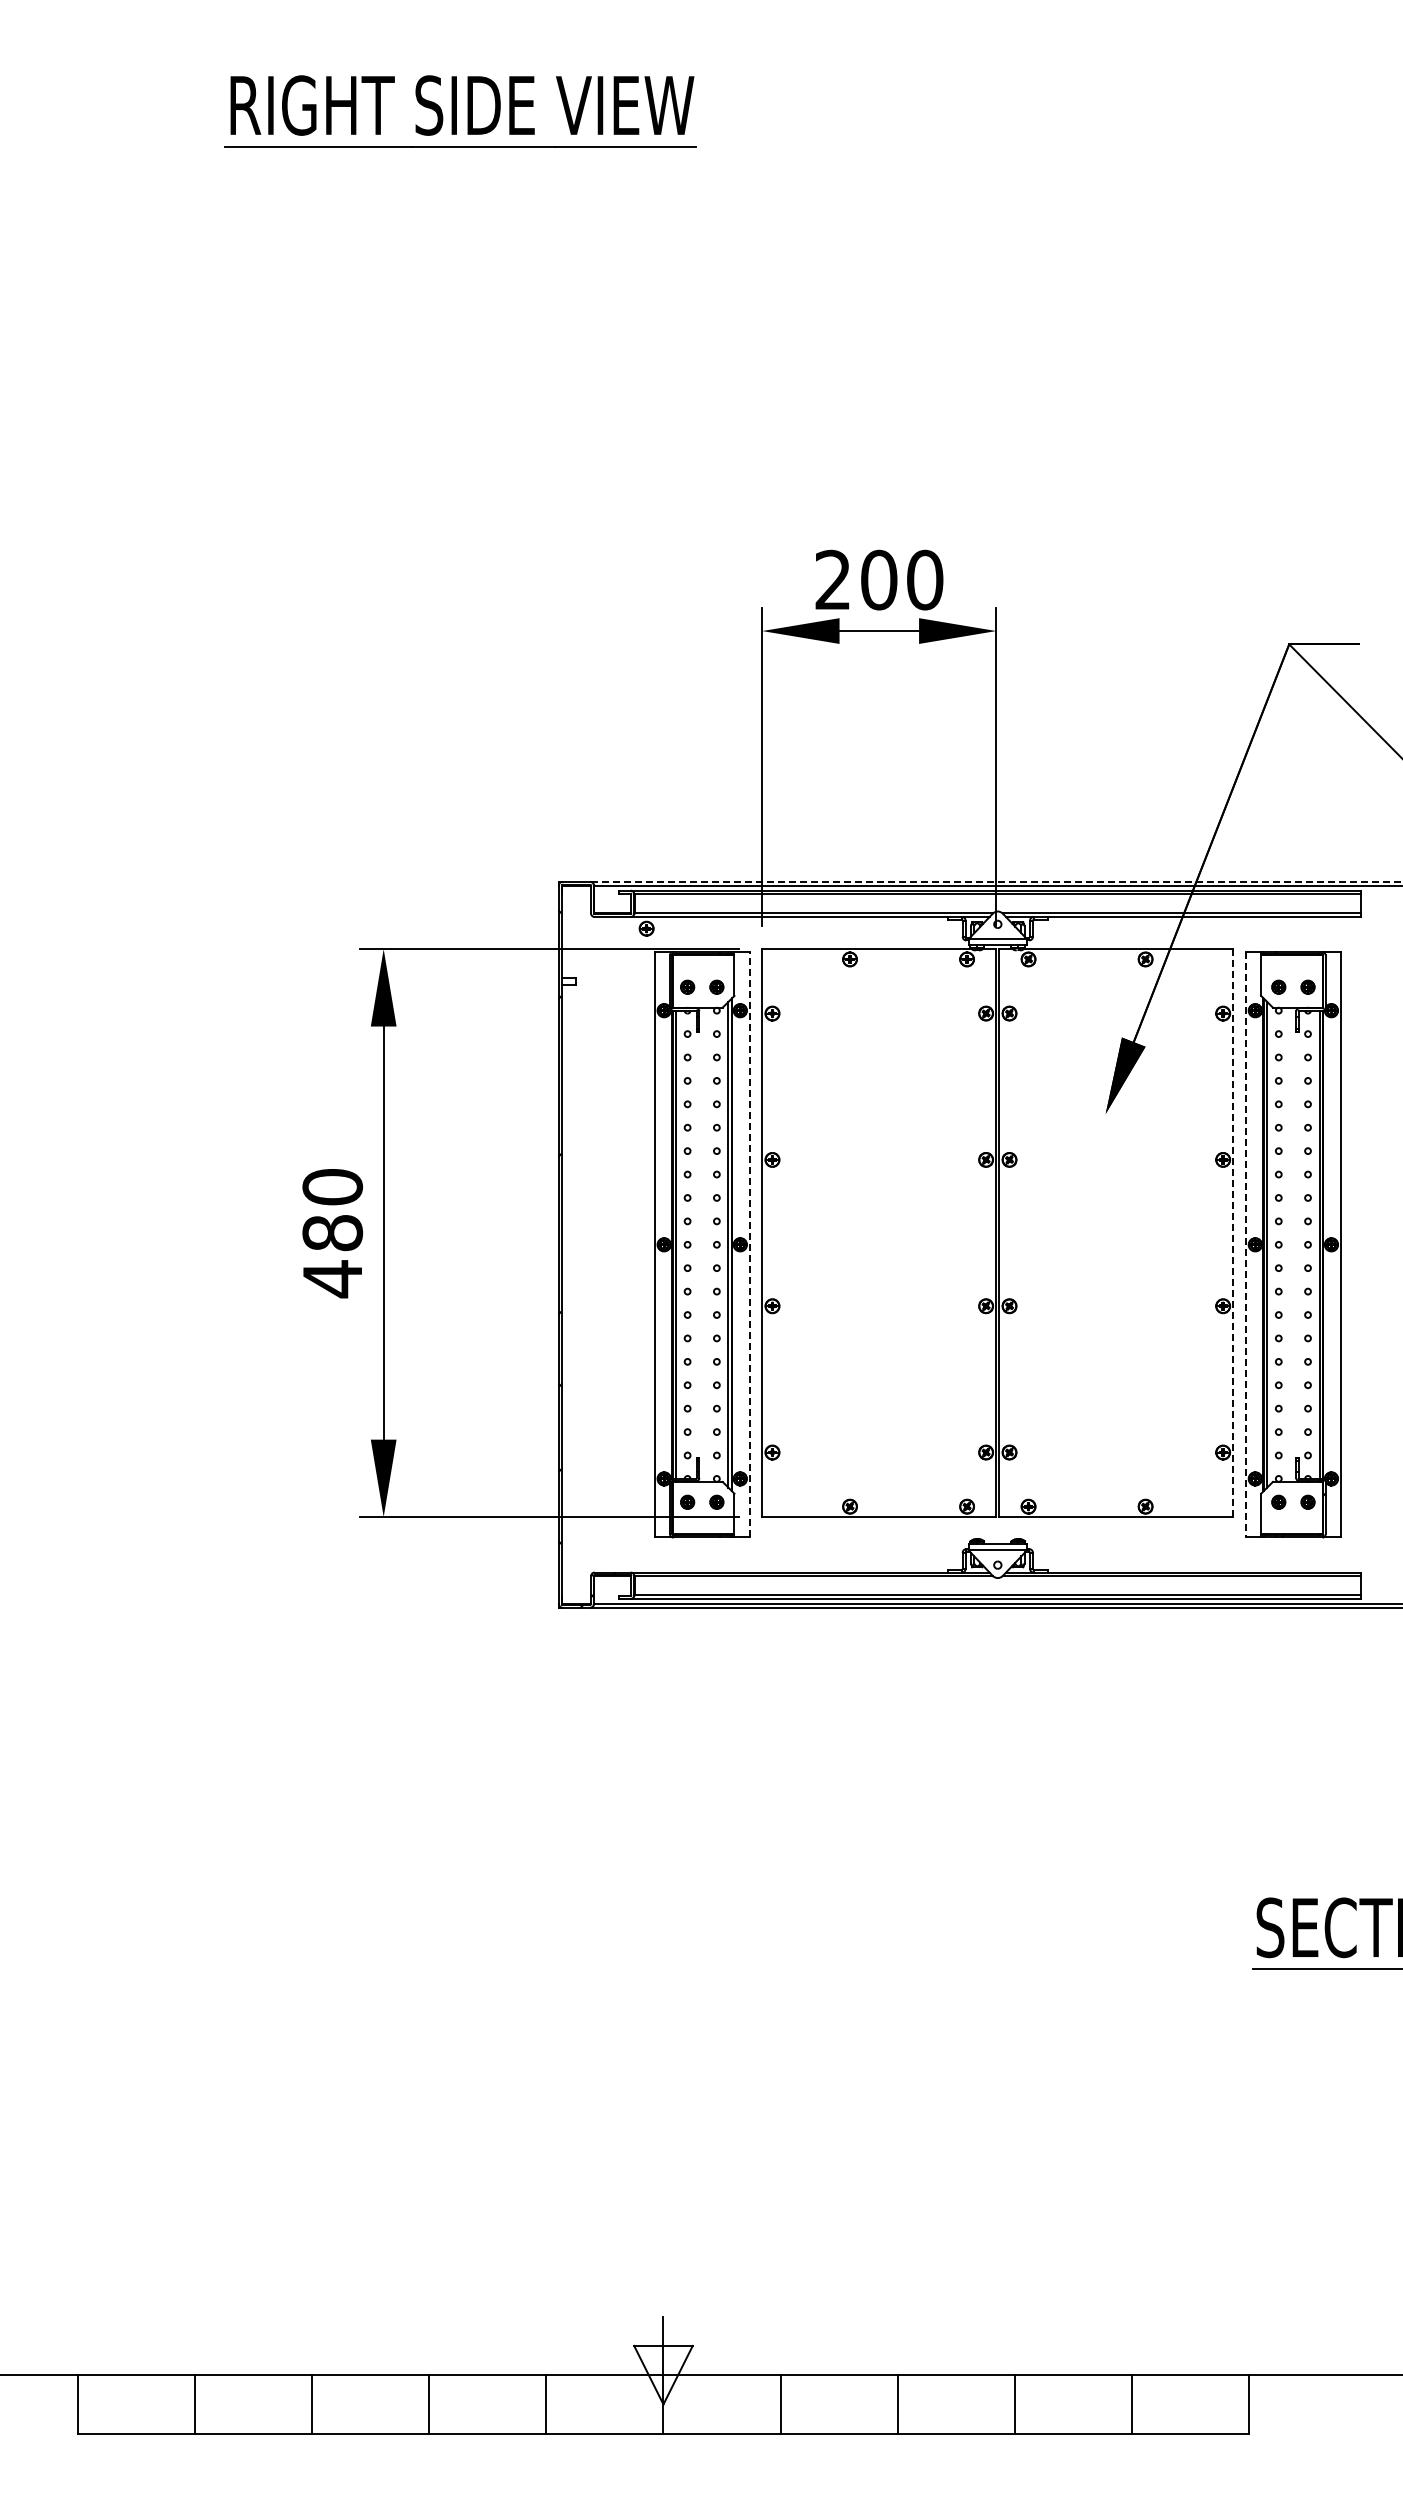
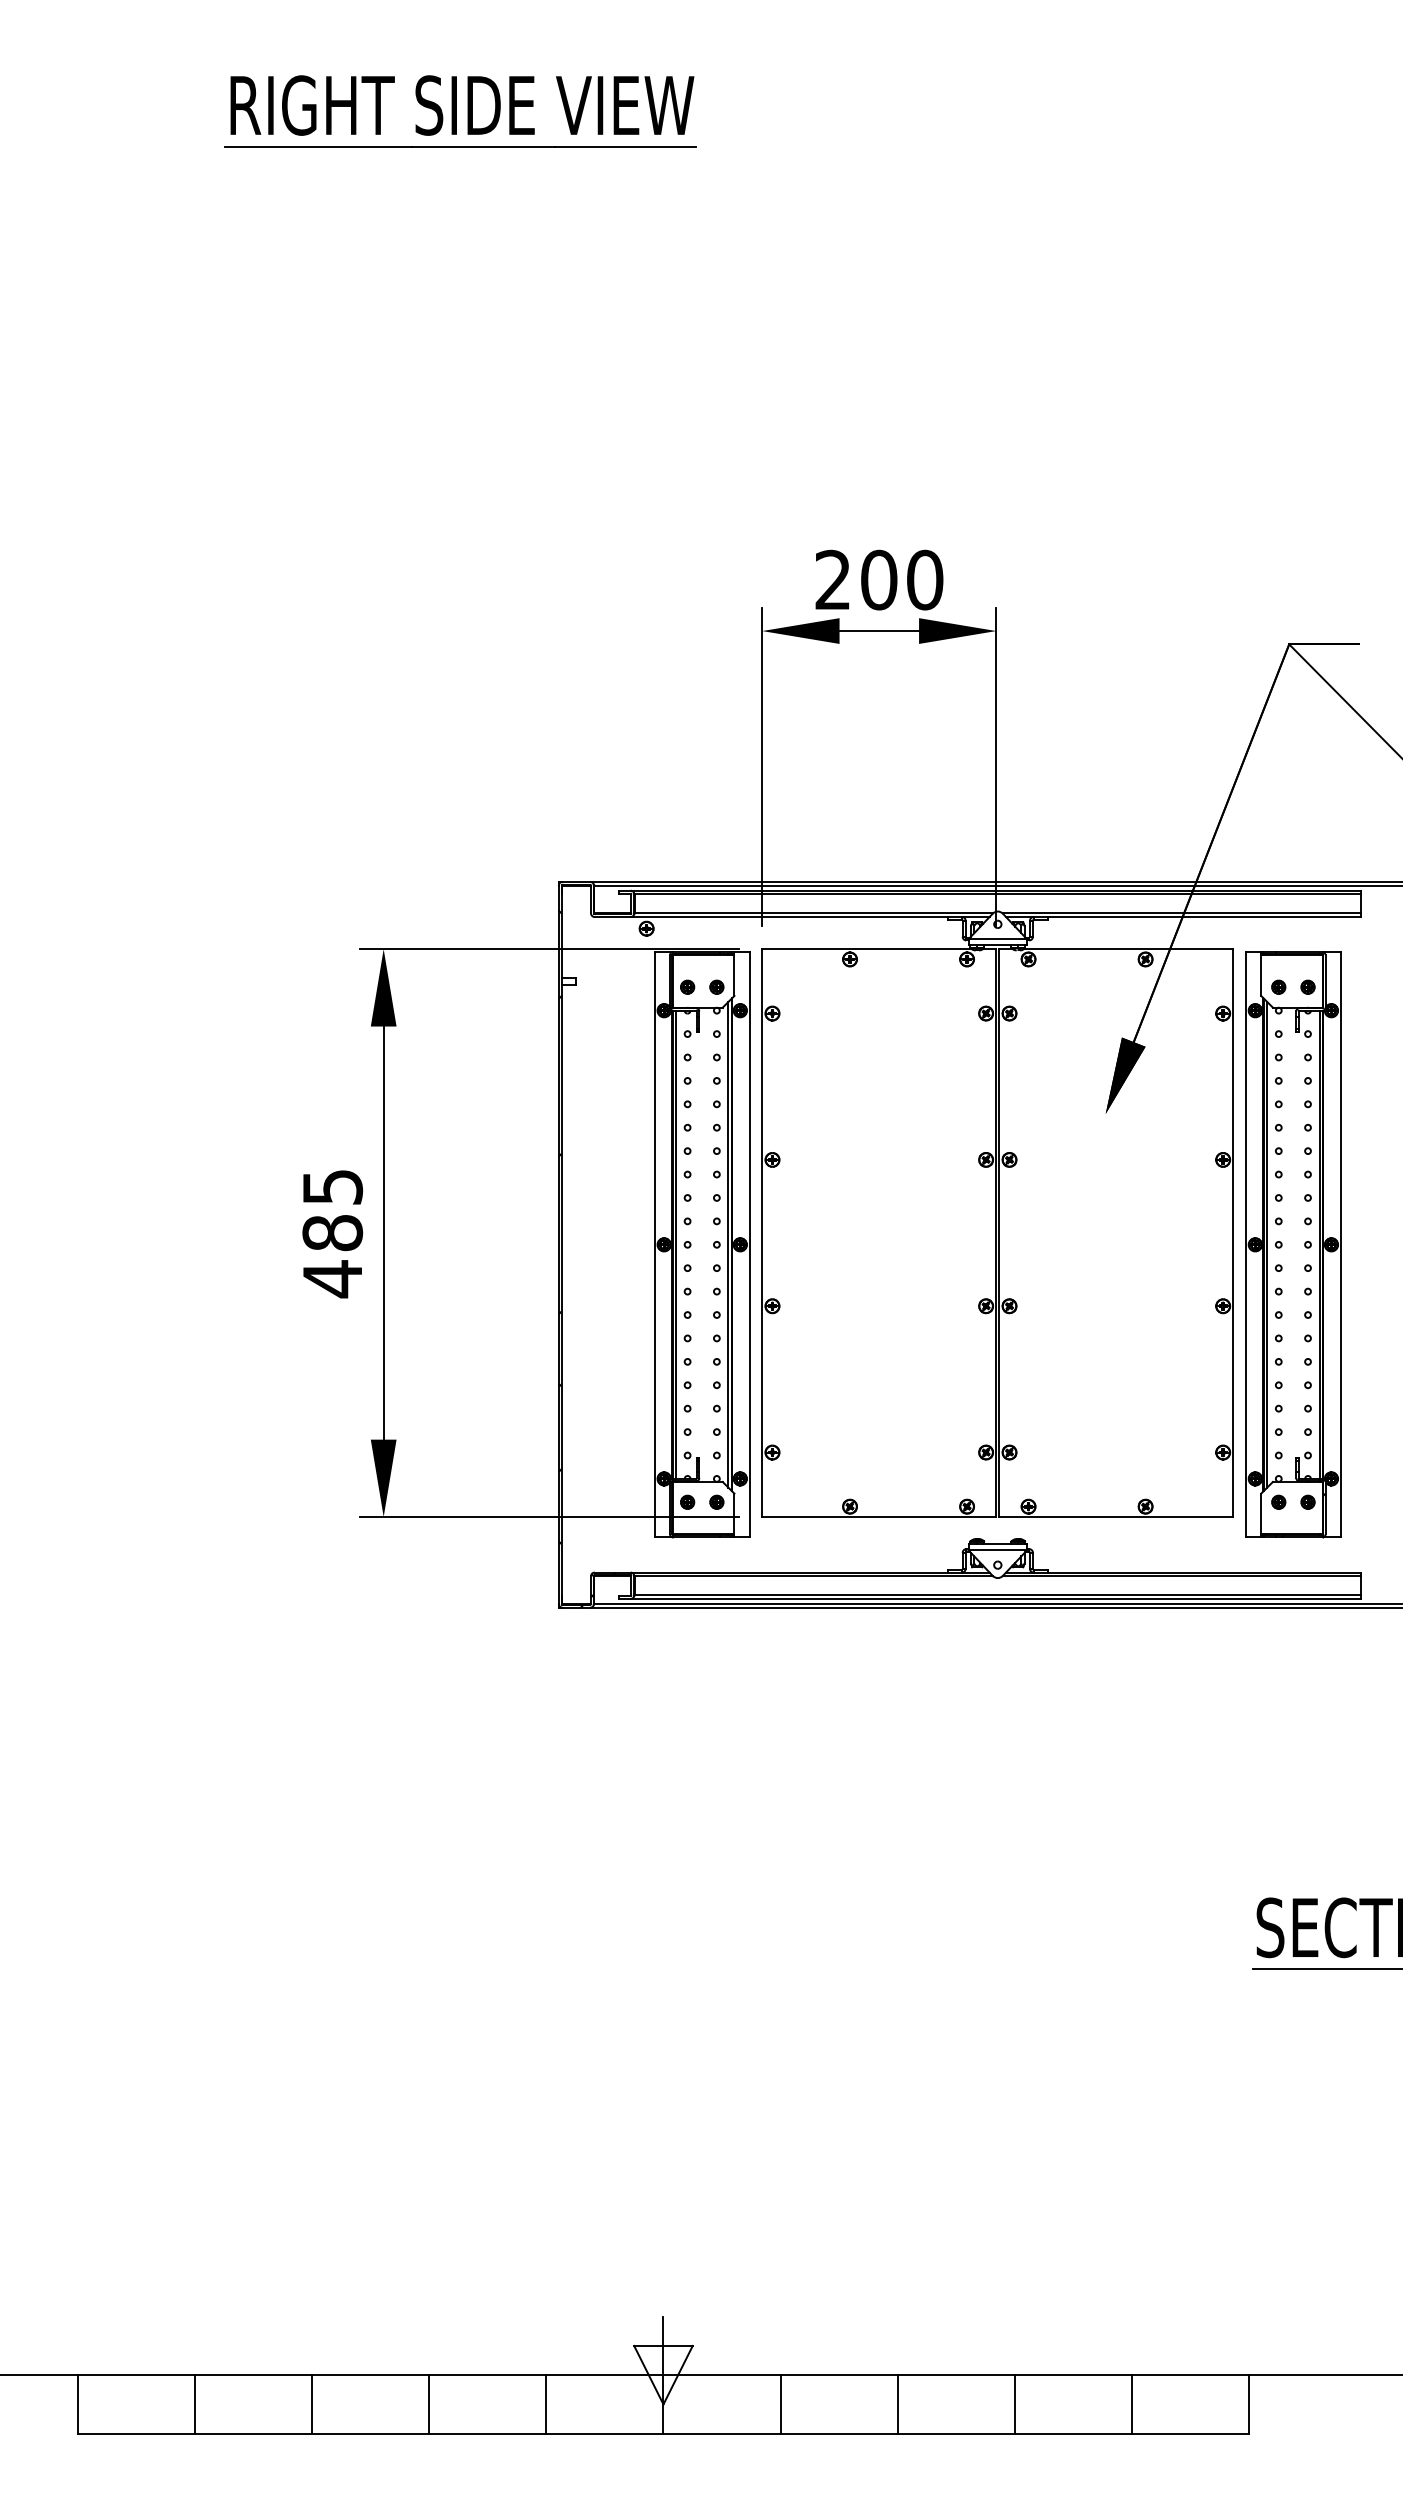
line at (996, 881): dashed -> solid
text at (332, 1187): 480 -> 485
line at (1233, 1233): dashed -> solid
line at (749, 1244): dashed -> solid
line at (1245, 1244): dashed -> solid
